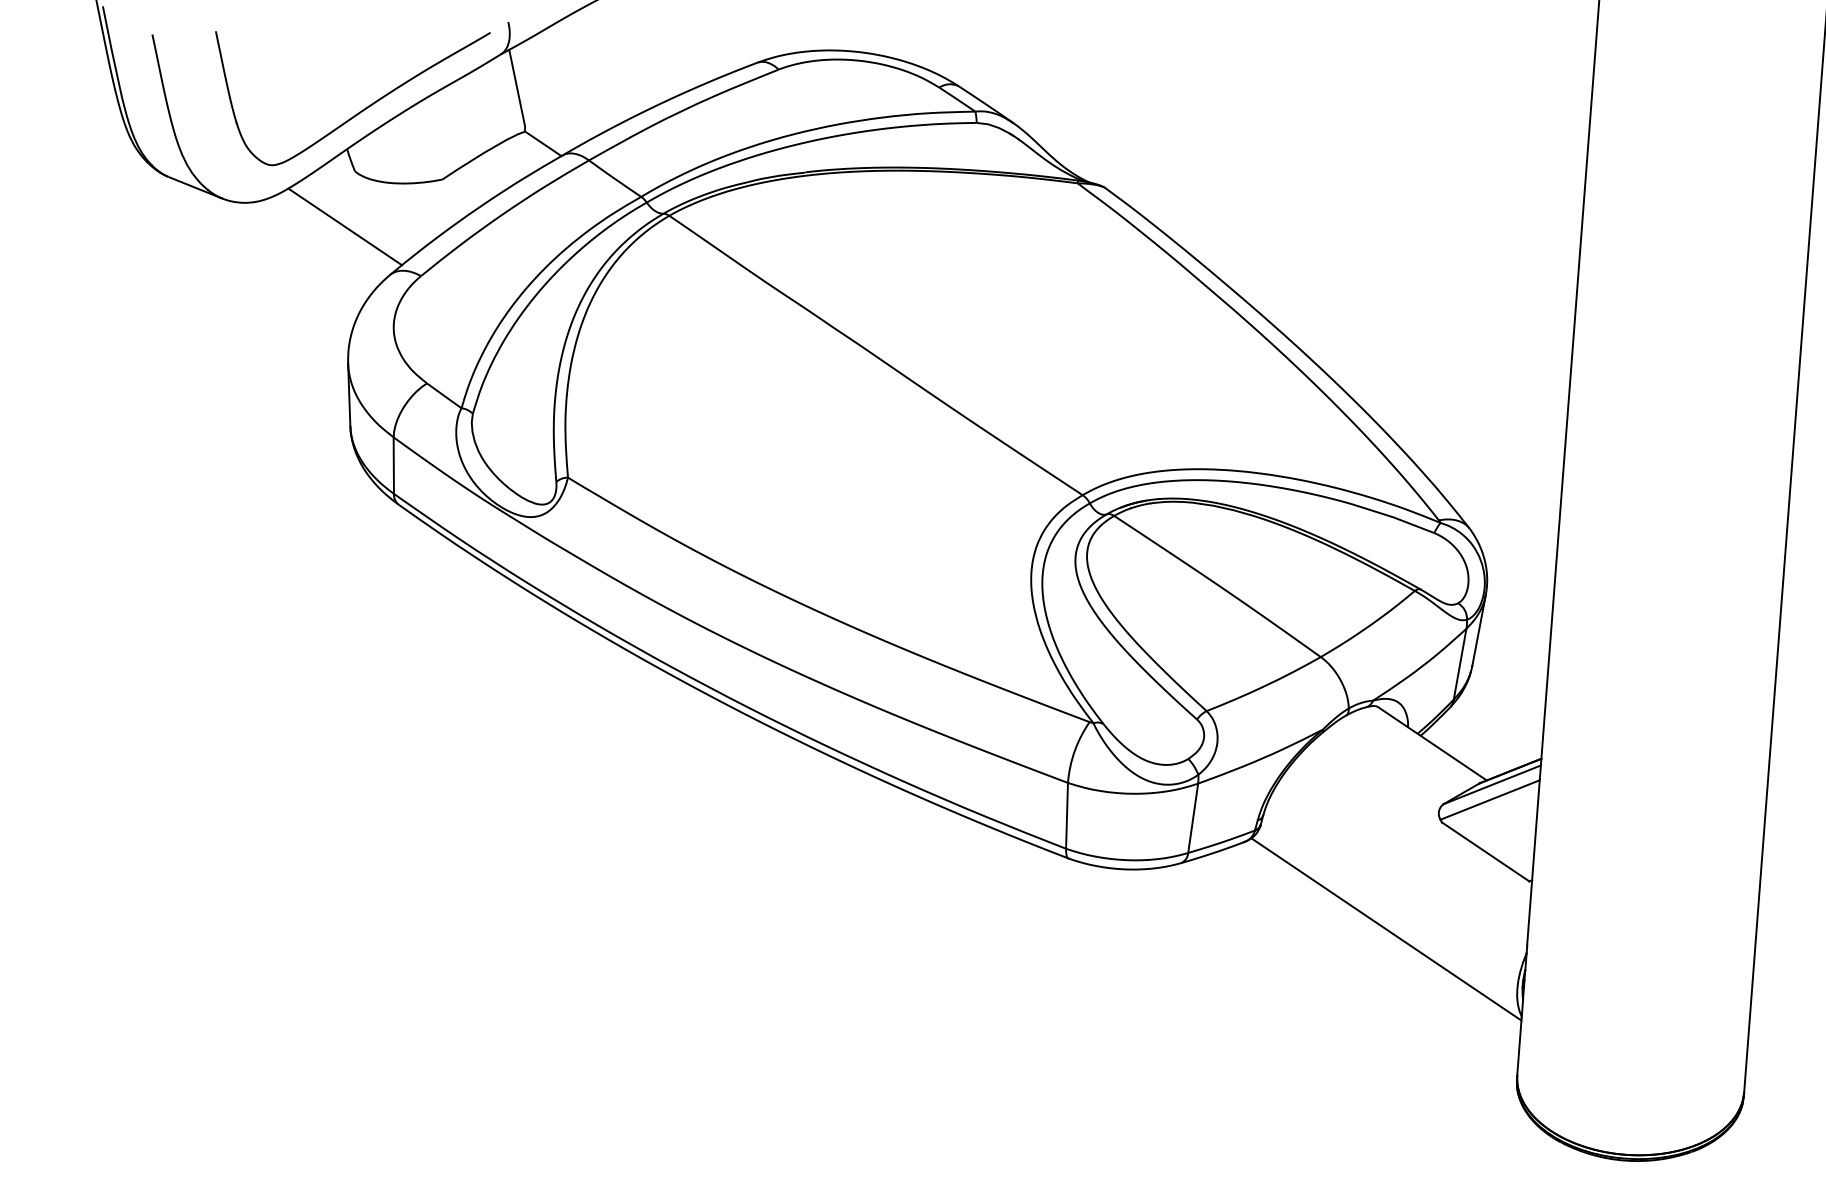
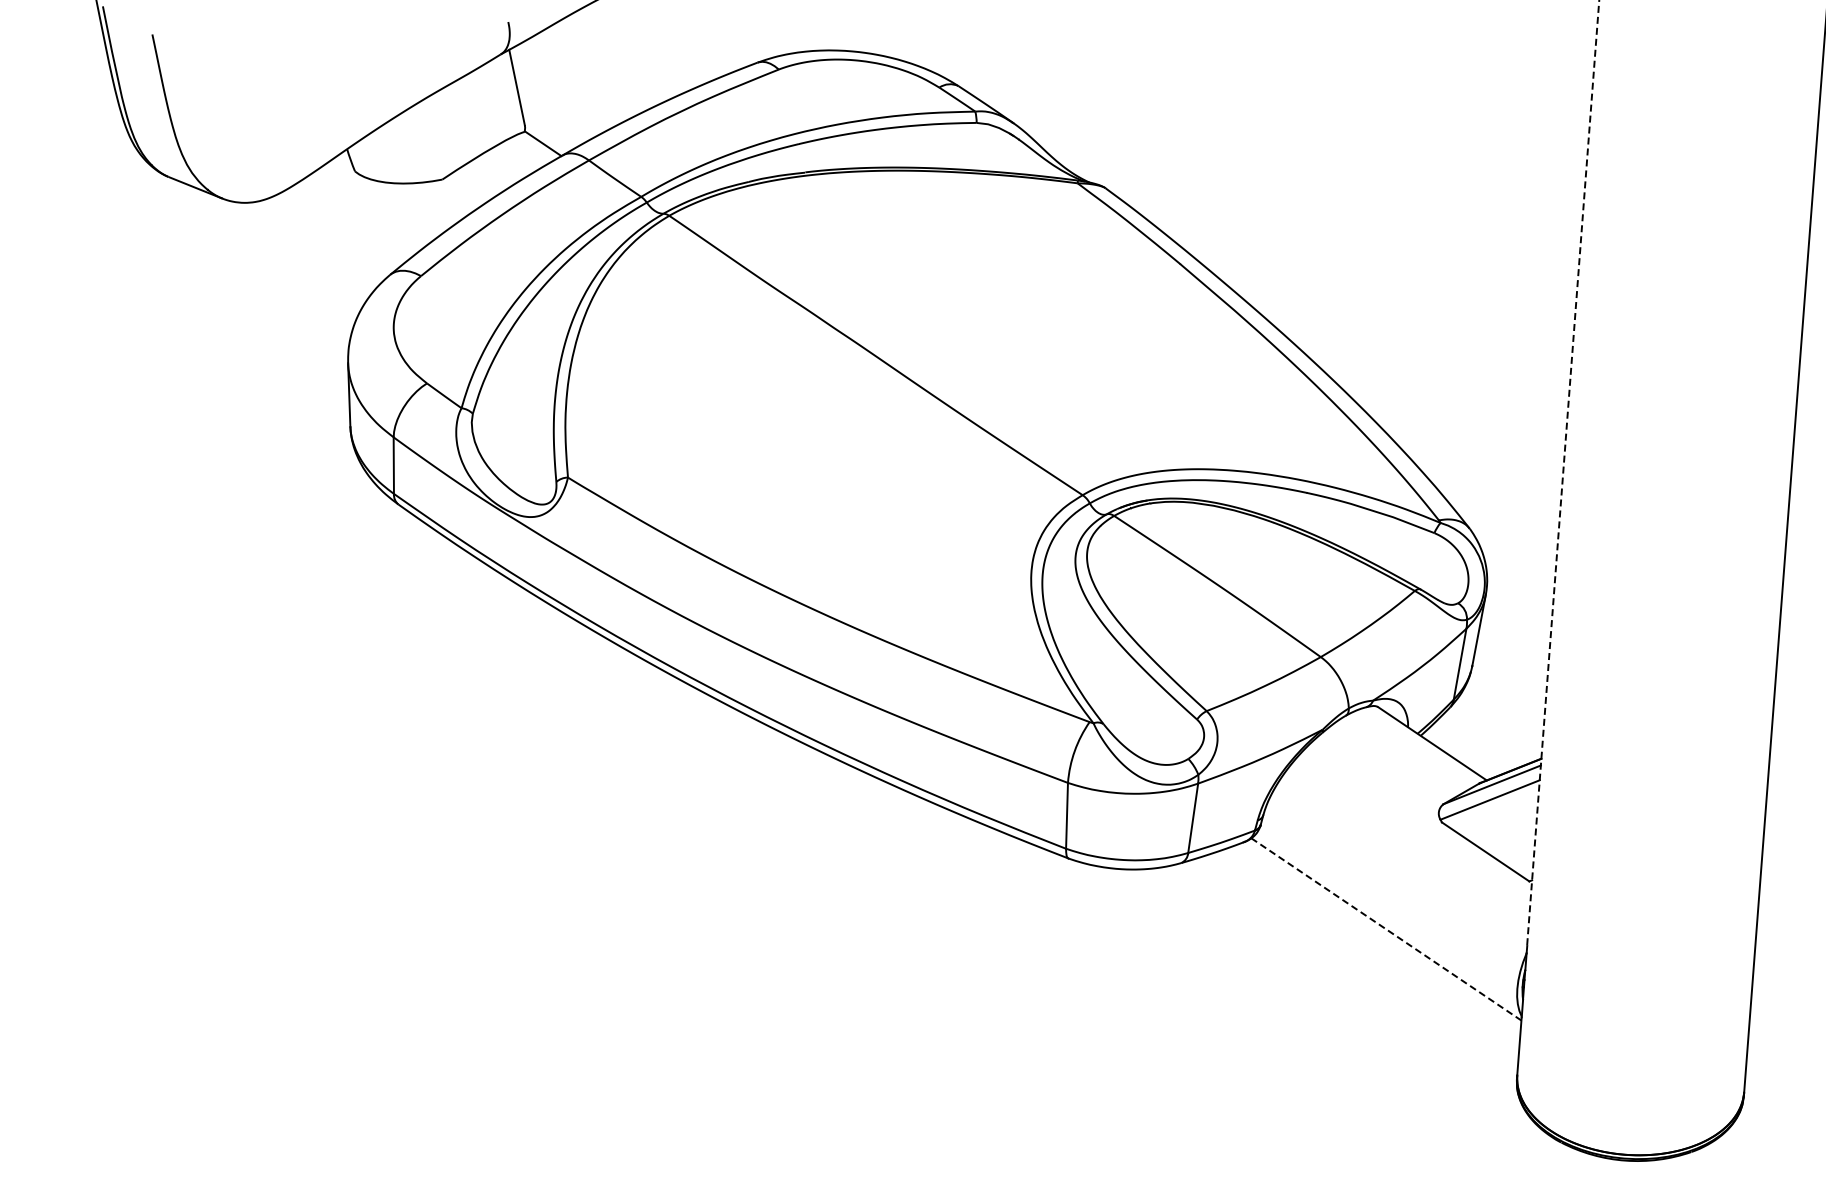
curve at (359, 111): present -> none
line at (345, 226): present -> none
line at (1563, 473): solid -> dashed
line at (1386, 929): solid -> dashed
